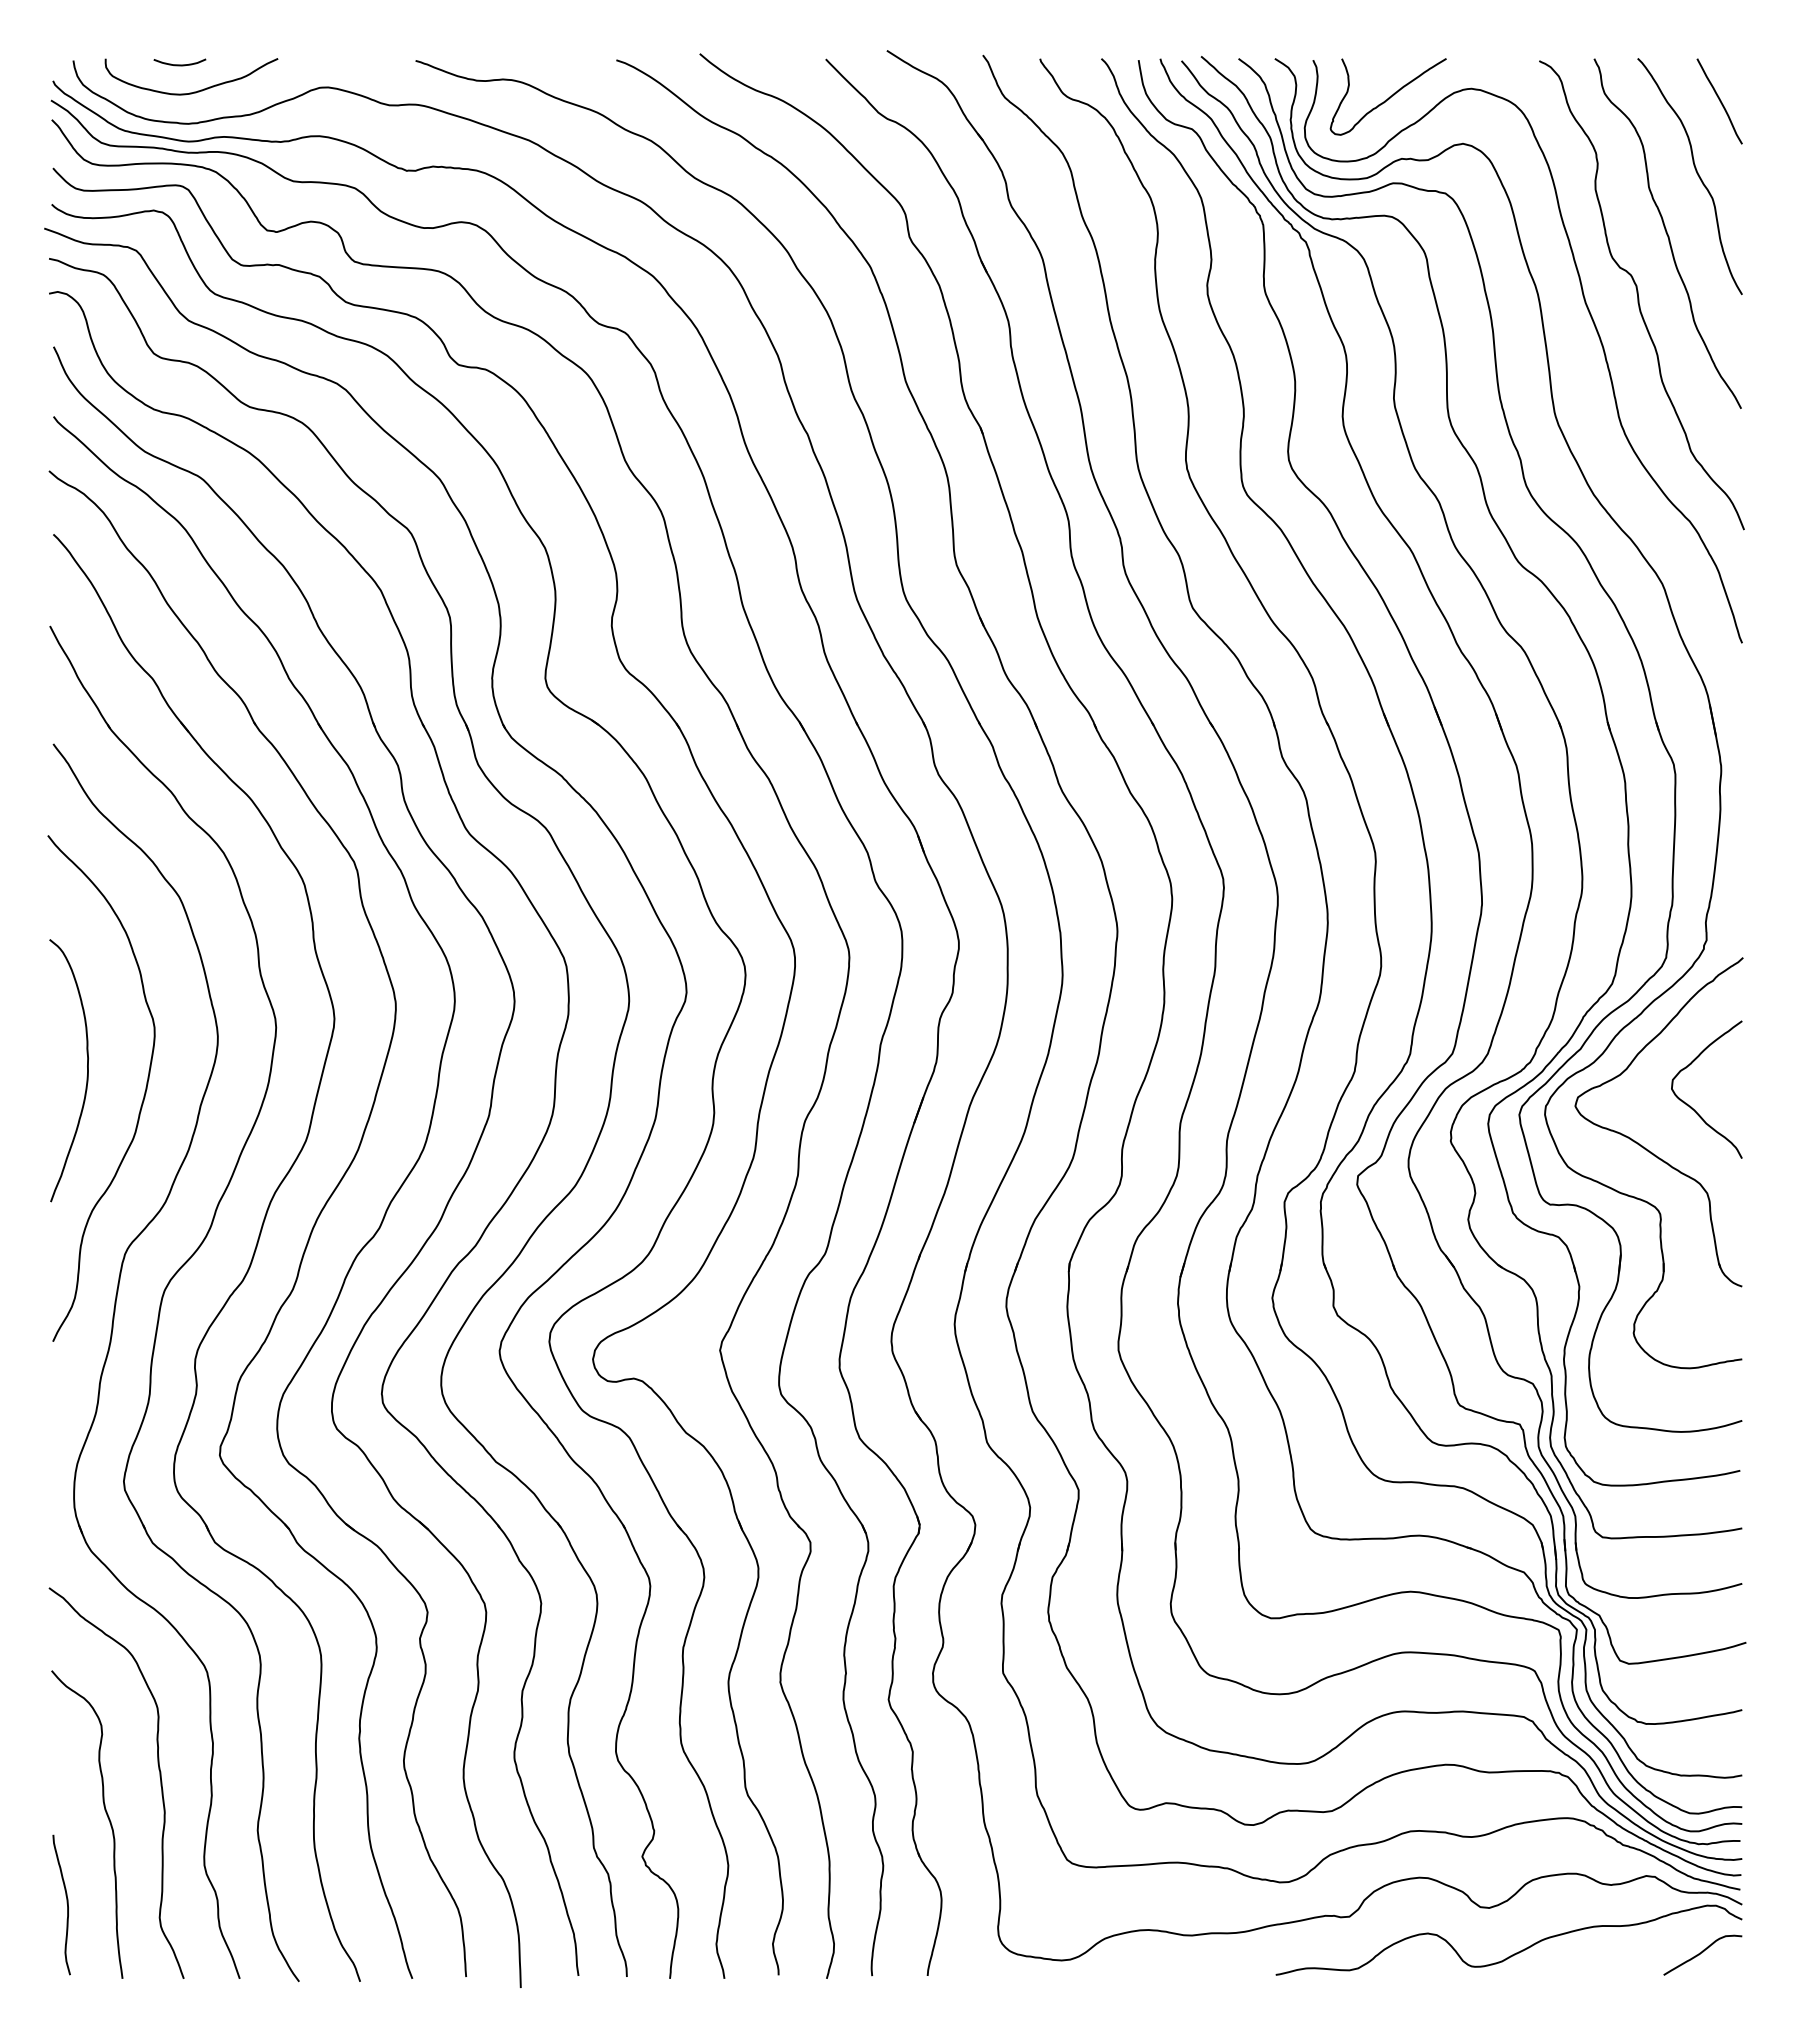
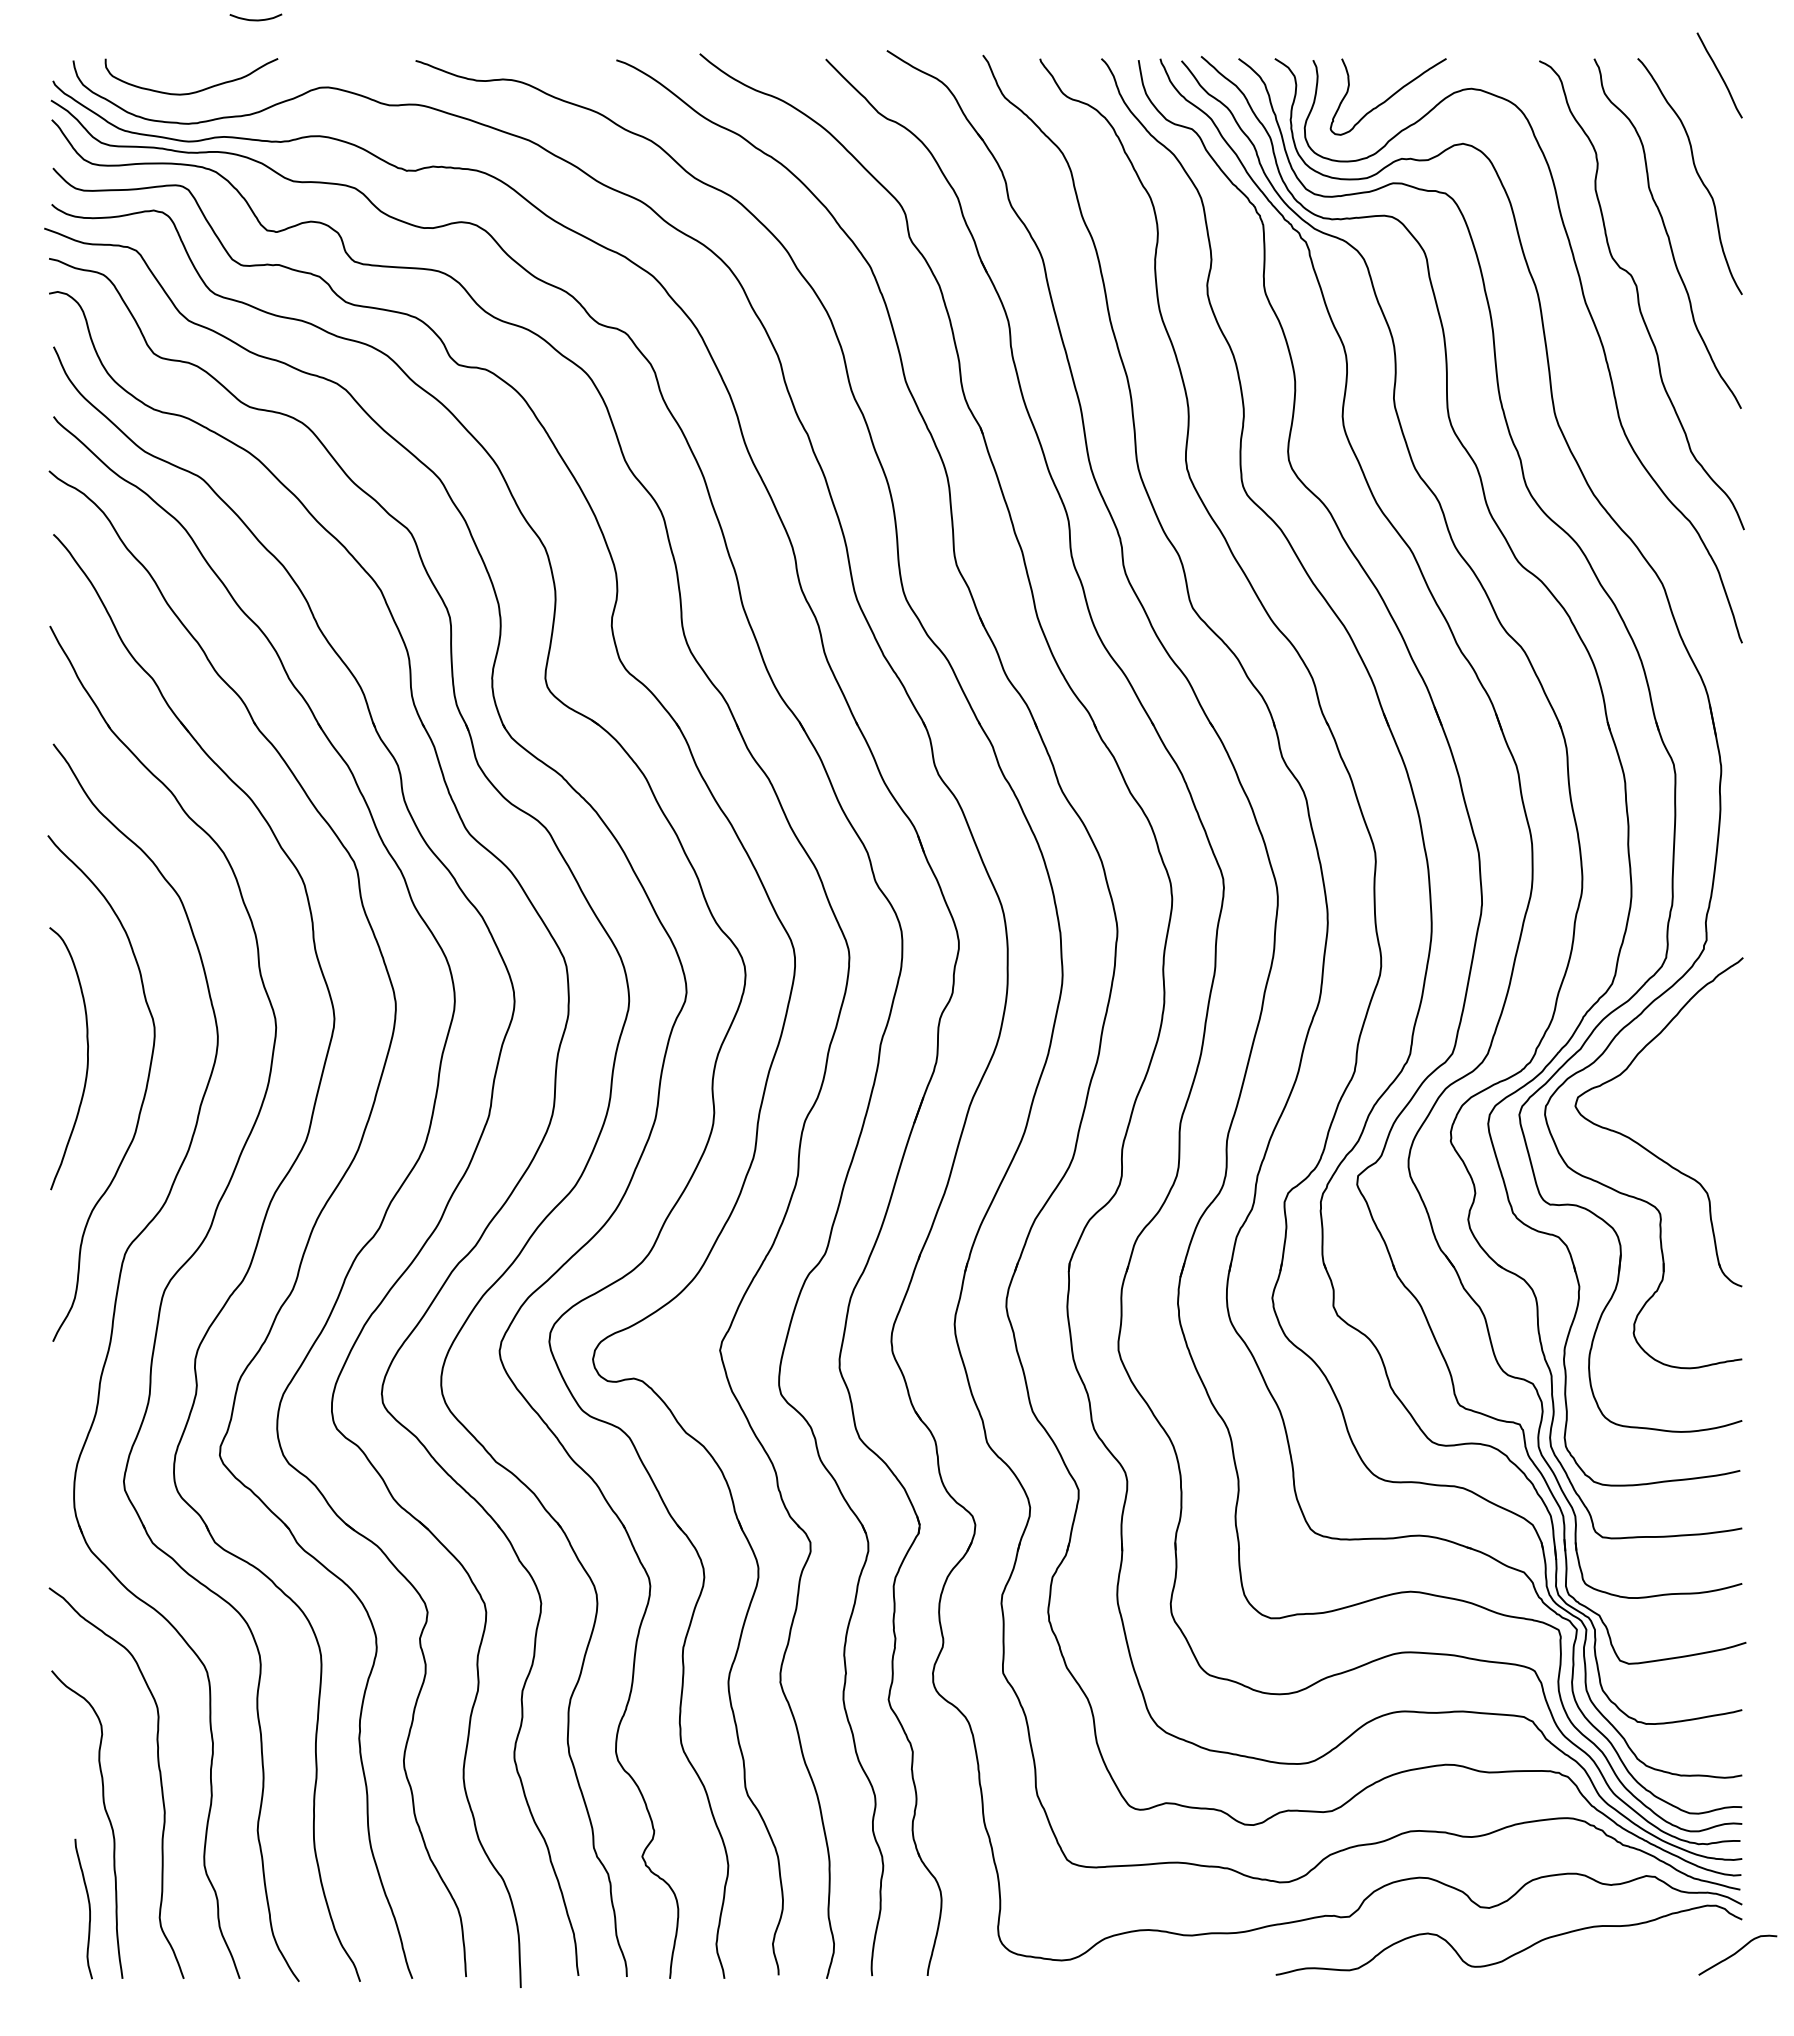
curve at (179, 64) position: (179, 64) -> (255, 19)
curve at (1719, 101) position: (1719, 101) -> (1719, 75)
curve at (86, 1076) position: (86, 1076) -> (86, 1064)
curve at (1690, 1105): present -> none
curve at (66, 1903) position: (66, 1903) -> (88, 1907)
curve at (1701, 1953) position: (1701, 1953) -> (1736, 1953)
